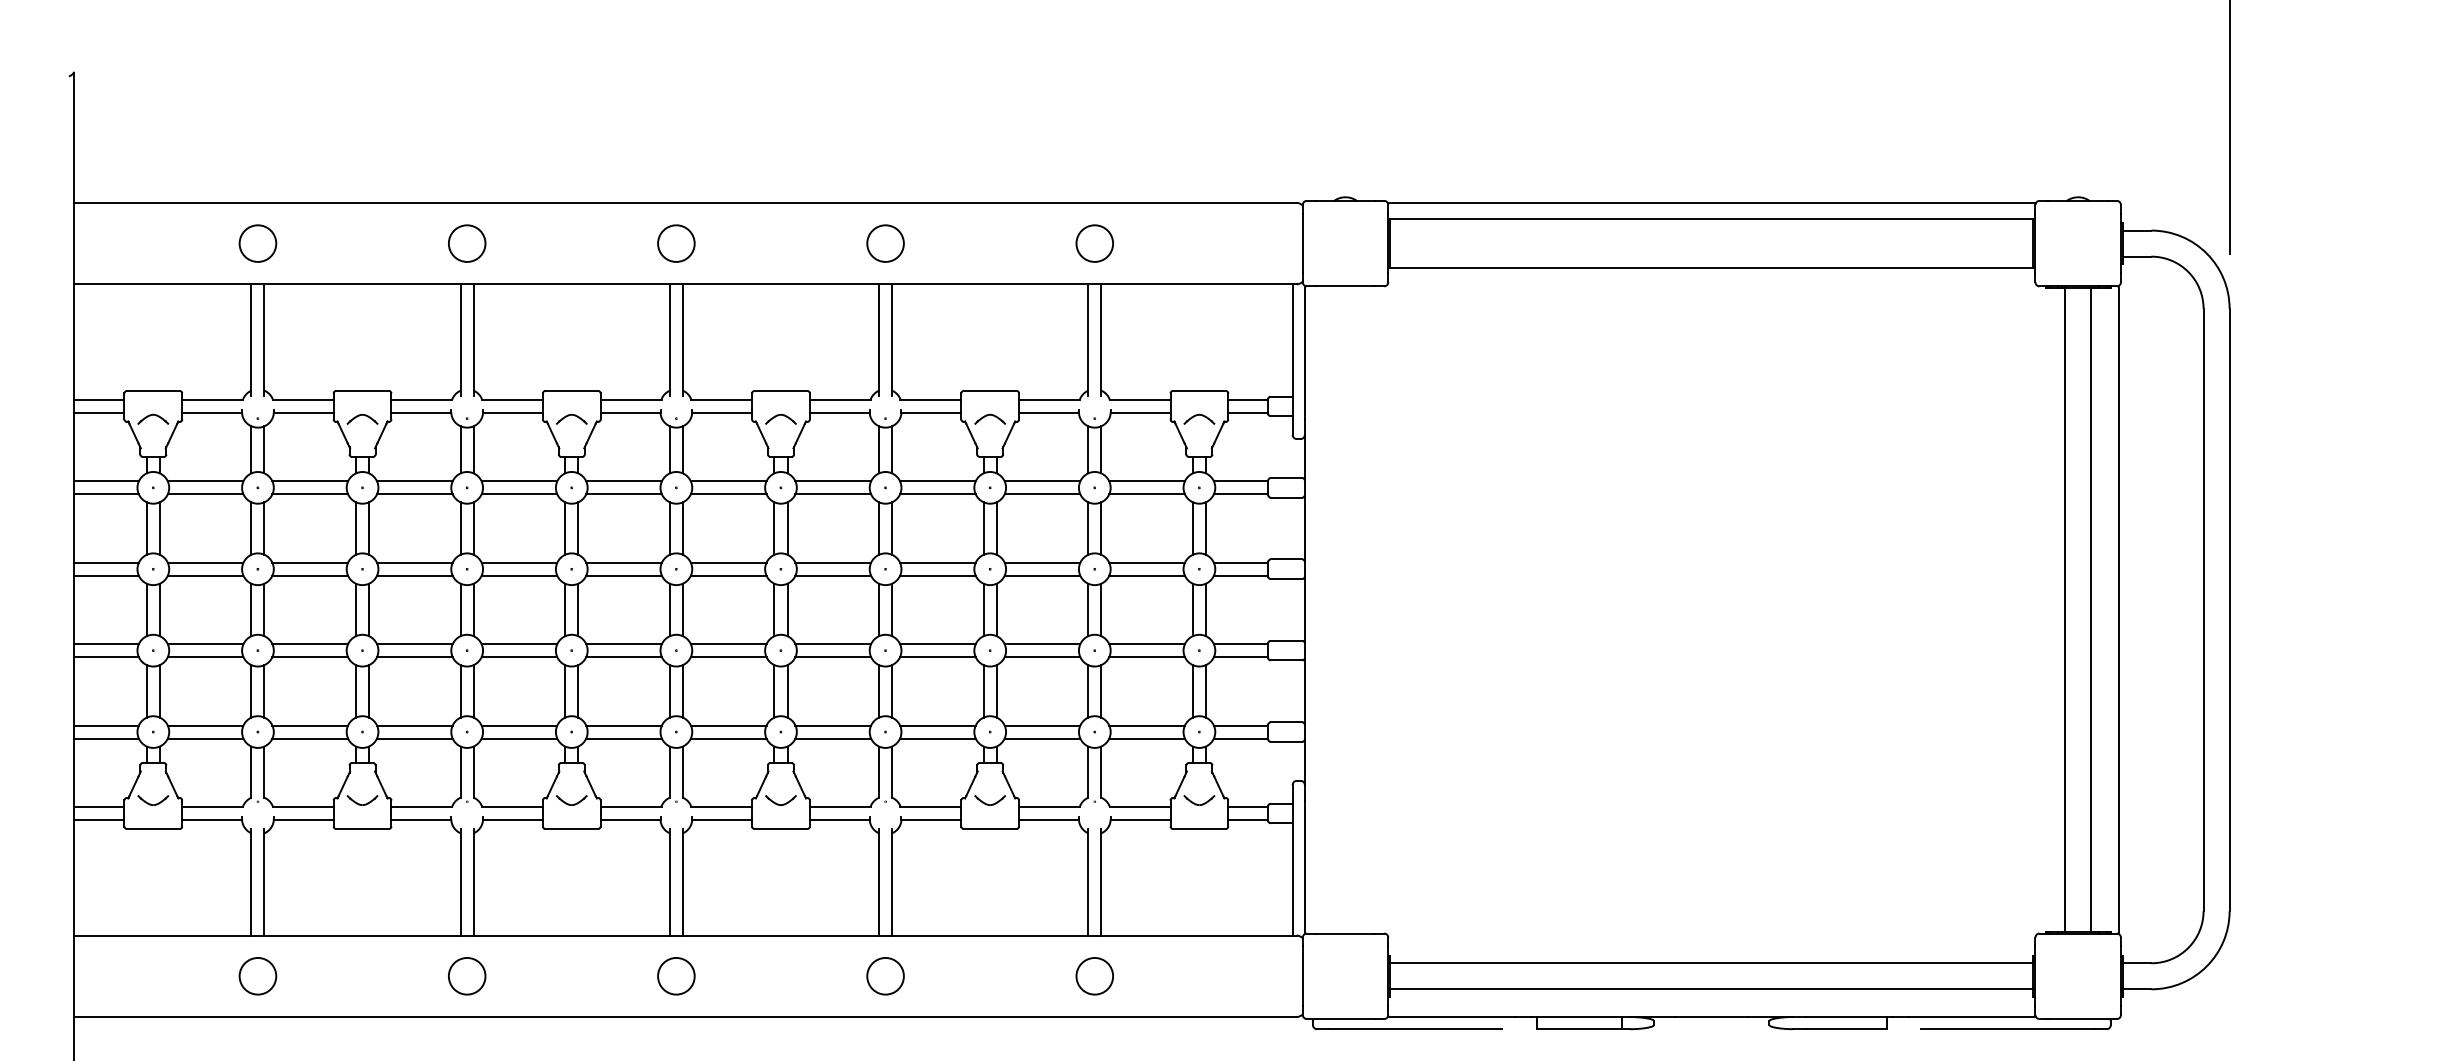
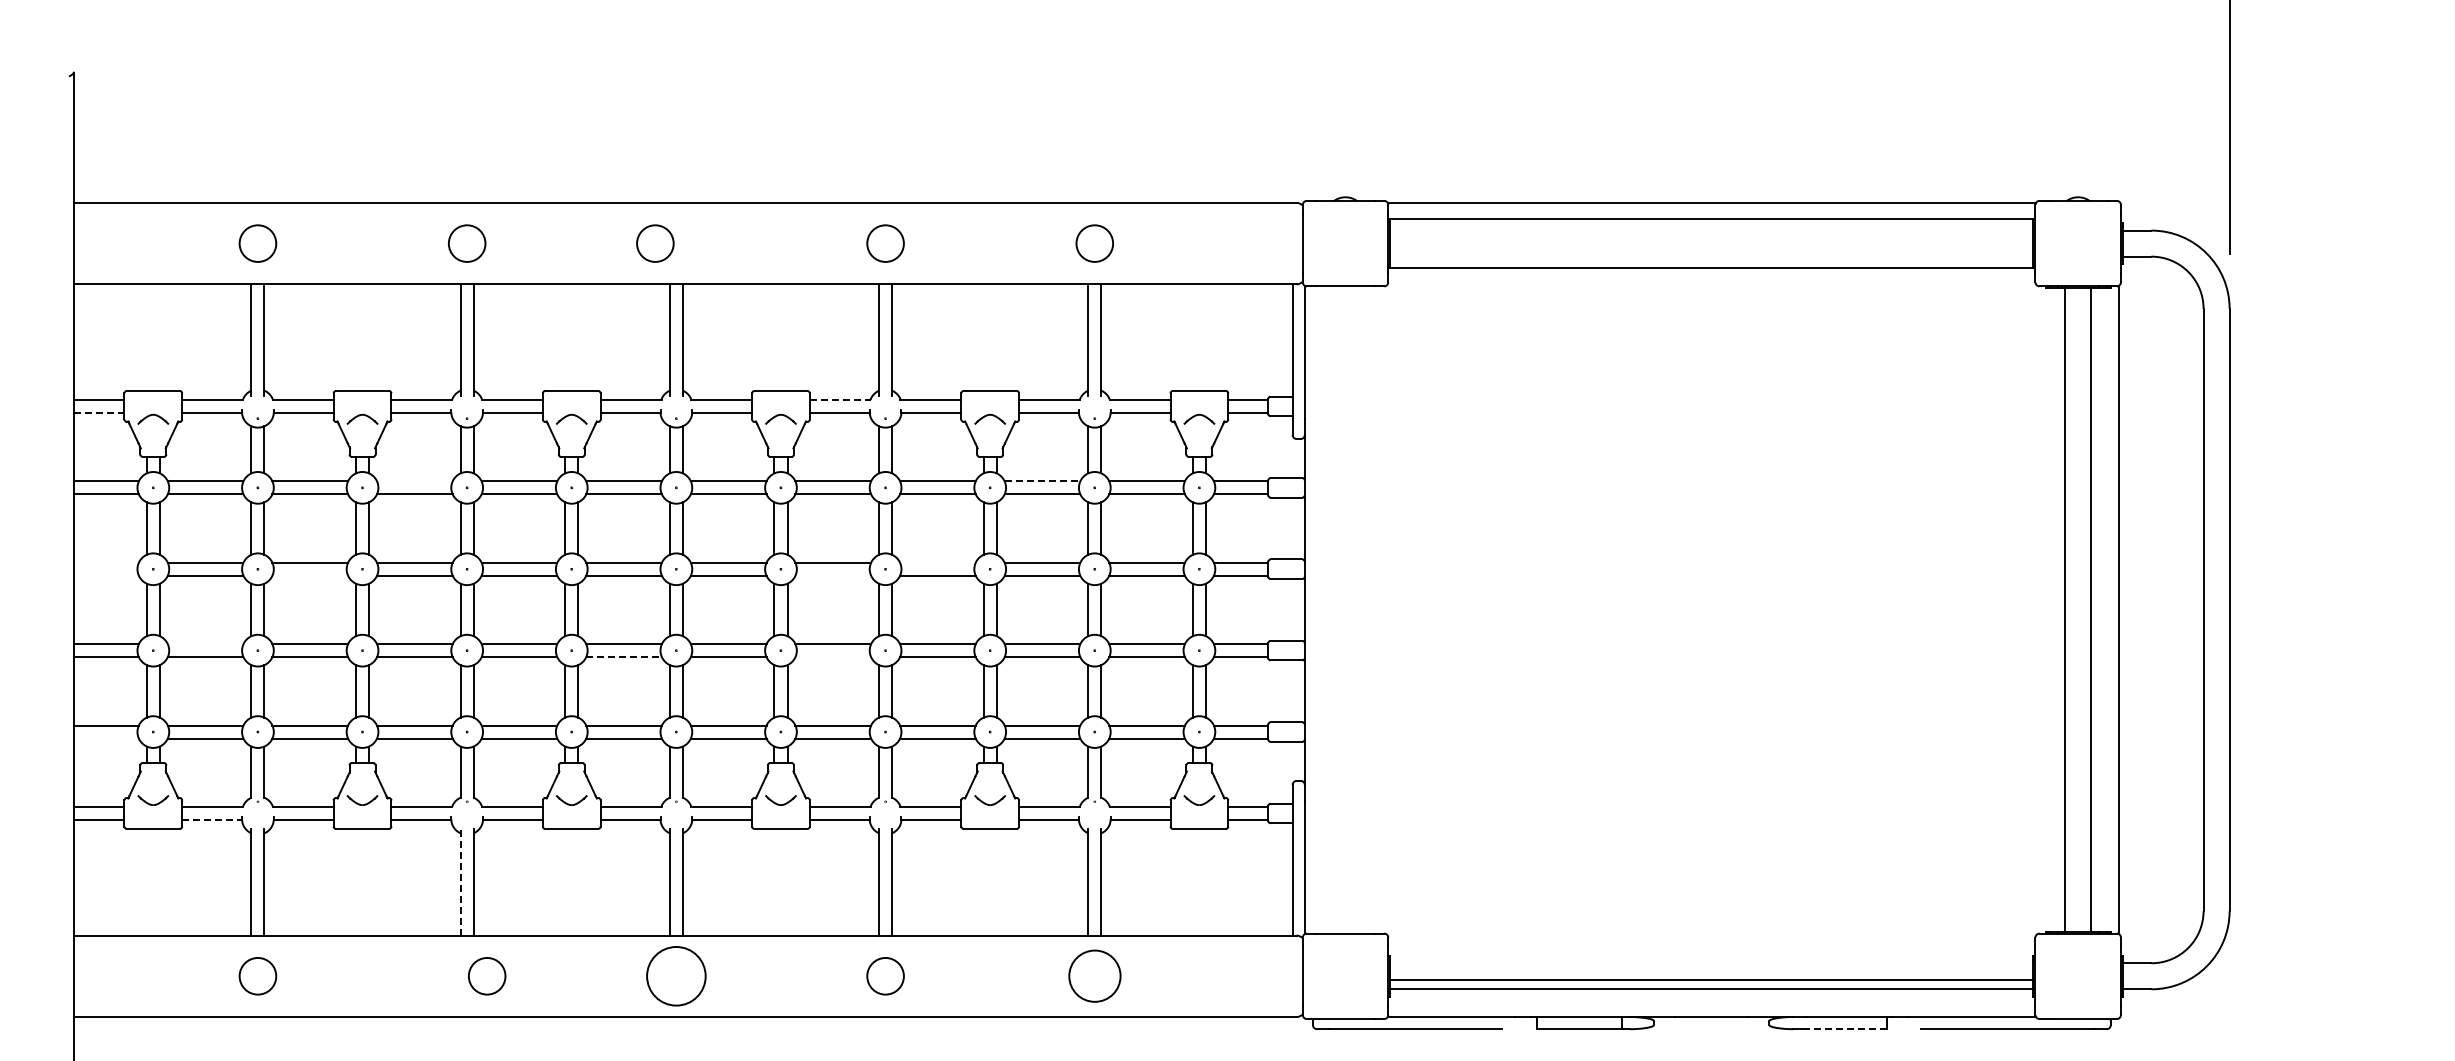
circle at (676, 243) position: (676, 243) -> (655, 243)
line at (840, 399): solid -> dashed
line at (99, 412): solid -> dashed
line at (414, 481): present -> none
line at (1042, 481): solid -> dashed
line at (105, 562): present -> none
line at (937, 562): present -> none
line at (105, 575): present -> none
line at (310, 575): present -> none
line at (833, 575): present -> none
line at (205, 644): present -> none
line at (624, 657): solid -> dashed
line at (833, 657): present -> none
line at (105, 738): present -> none
line at (212, 819): solid -> dashed
line at (460, 881): solid -> dashed
line at (1711, 963) position: (1711, 963) -> (1711, 980)
circle at (676, 975) diameter: 37 px -> 59 px
circle at (467, 976) position: (467, 976) -> (487, 976)
circle at (1094, 976) size: 39x39 px -> 54x54 px
line at (1846, 1029): solid -> dashed
